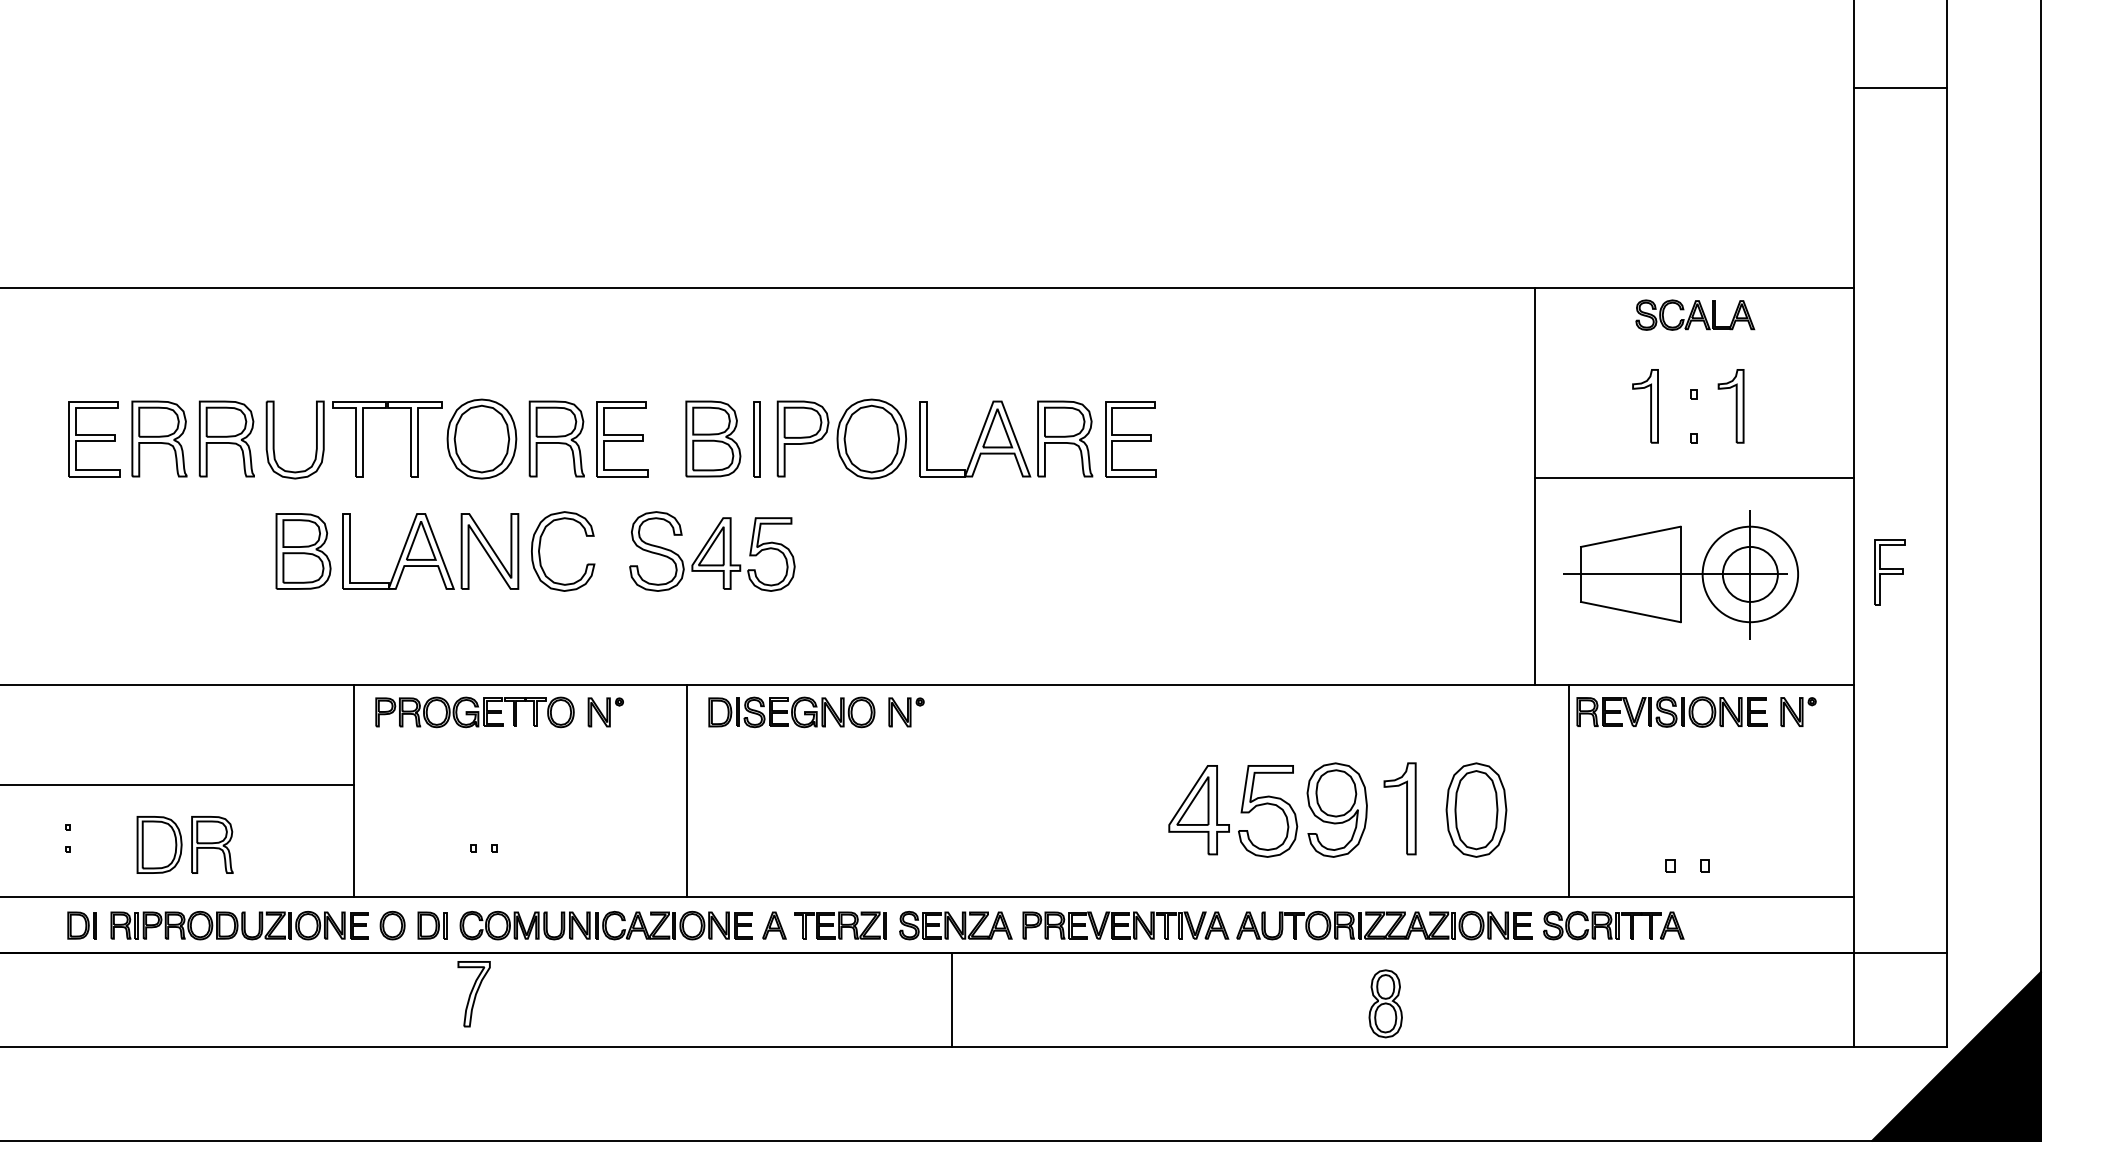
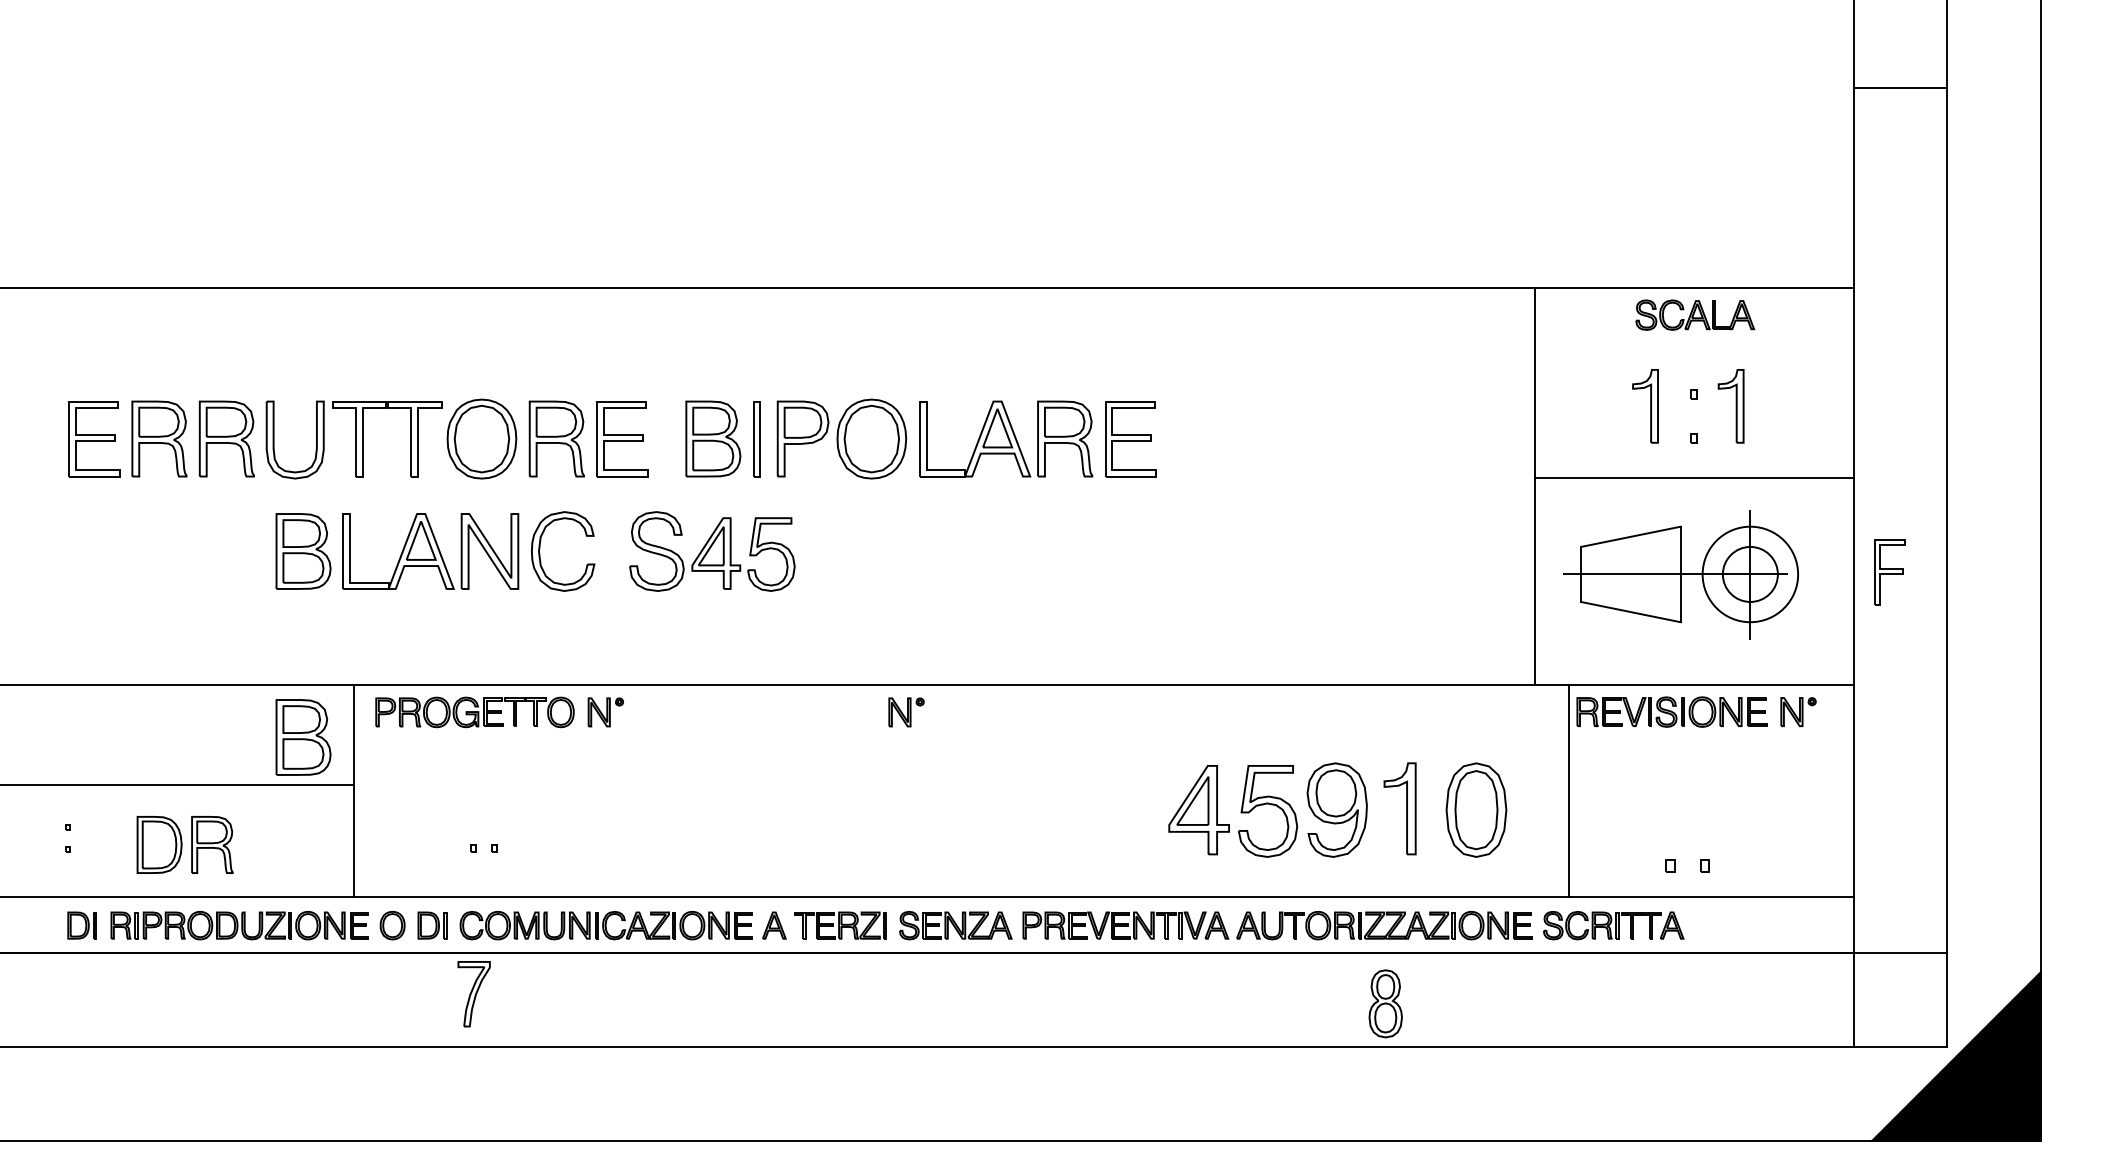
part at (791, 712): present -> none
part at (303, 737): none -> present
line at (687, 791): present -> none
line at (951, 1000): present -> none
